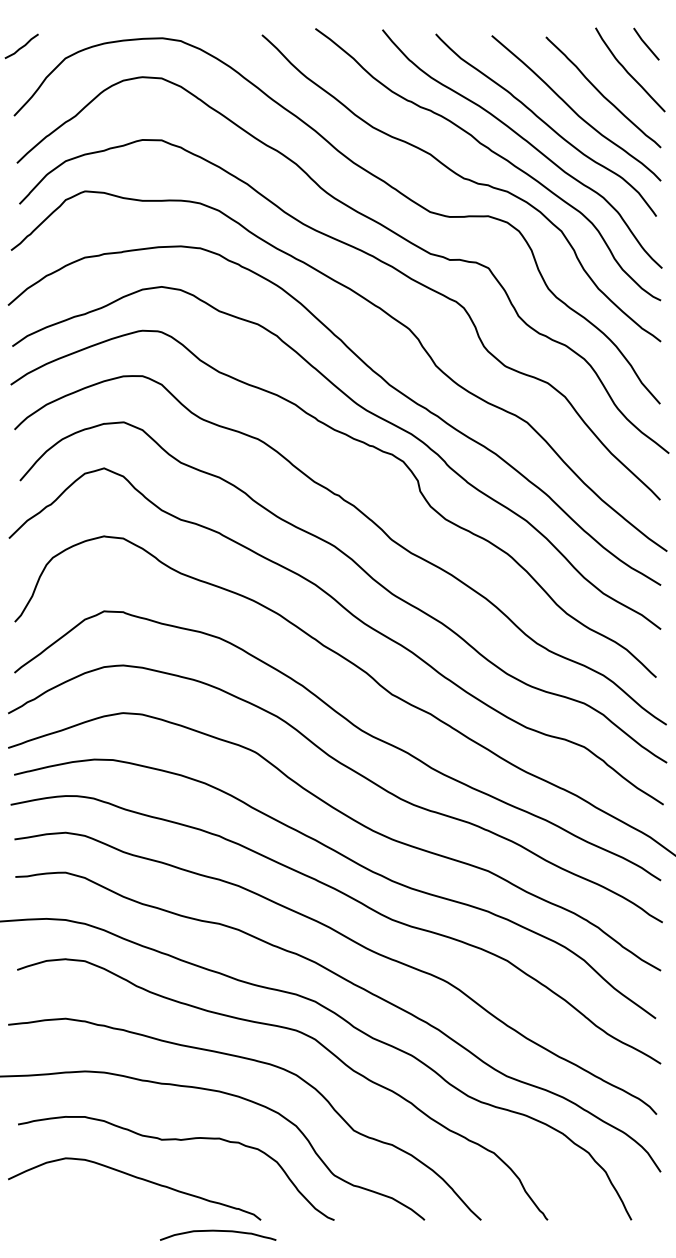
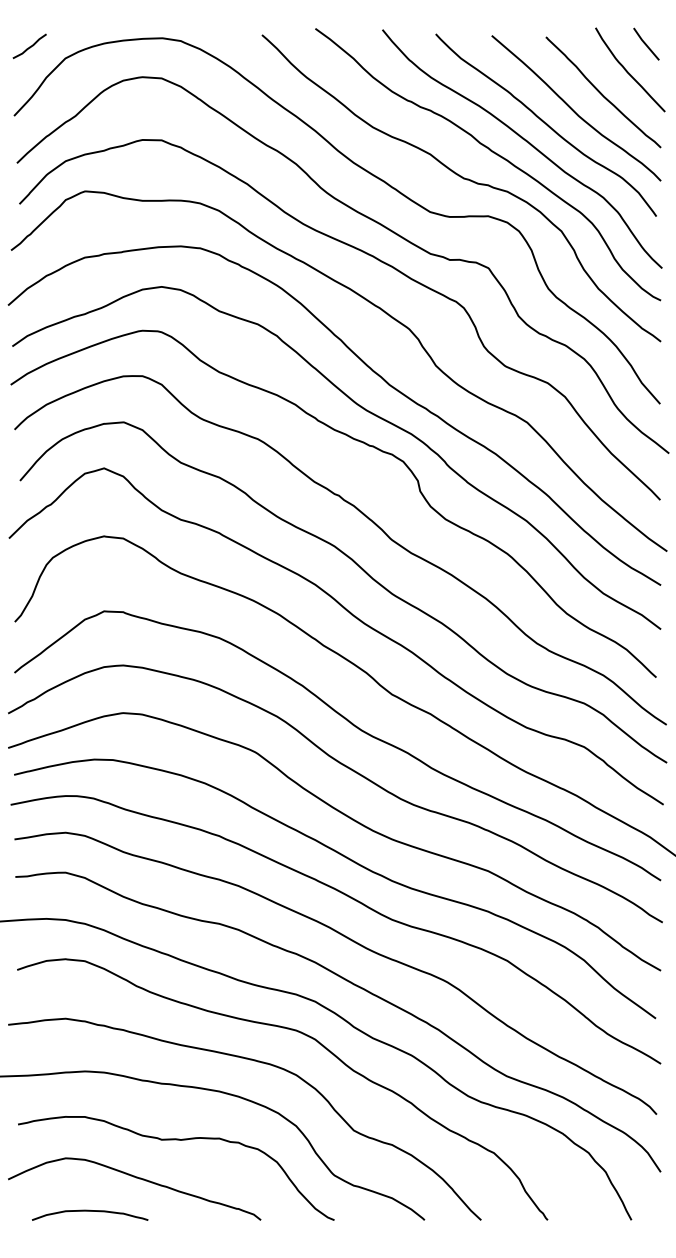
curve at (21, 46) position: (21, 46) -> (29, 46)
curve at (218, 1231) position: (218, 1231) -> (90, 1211)
